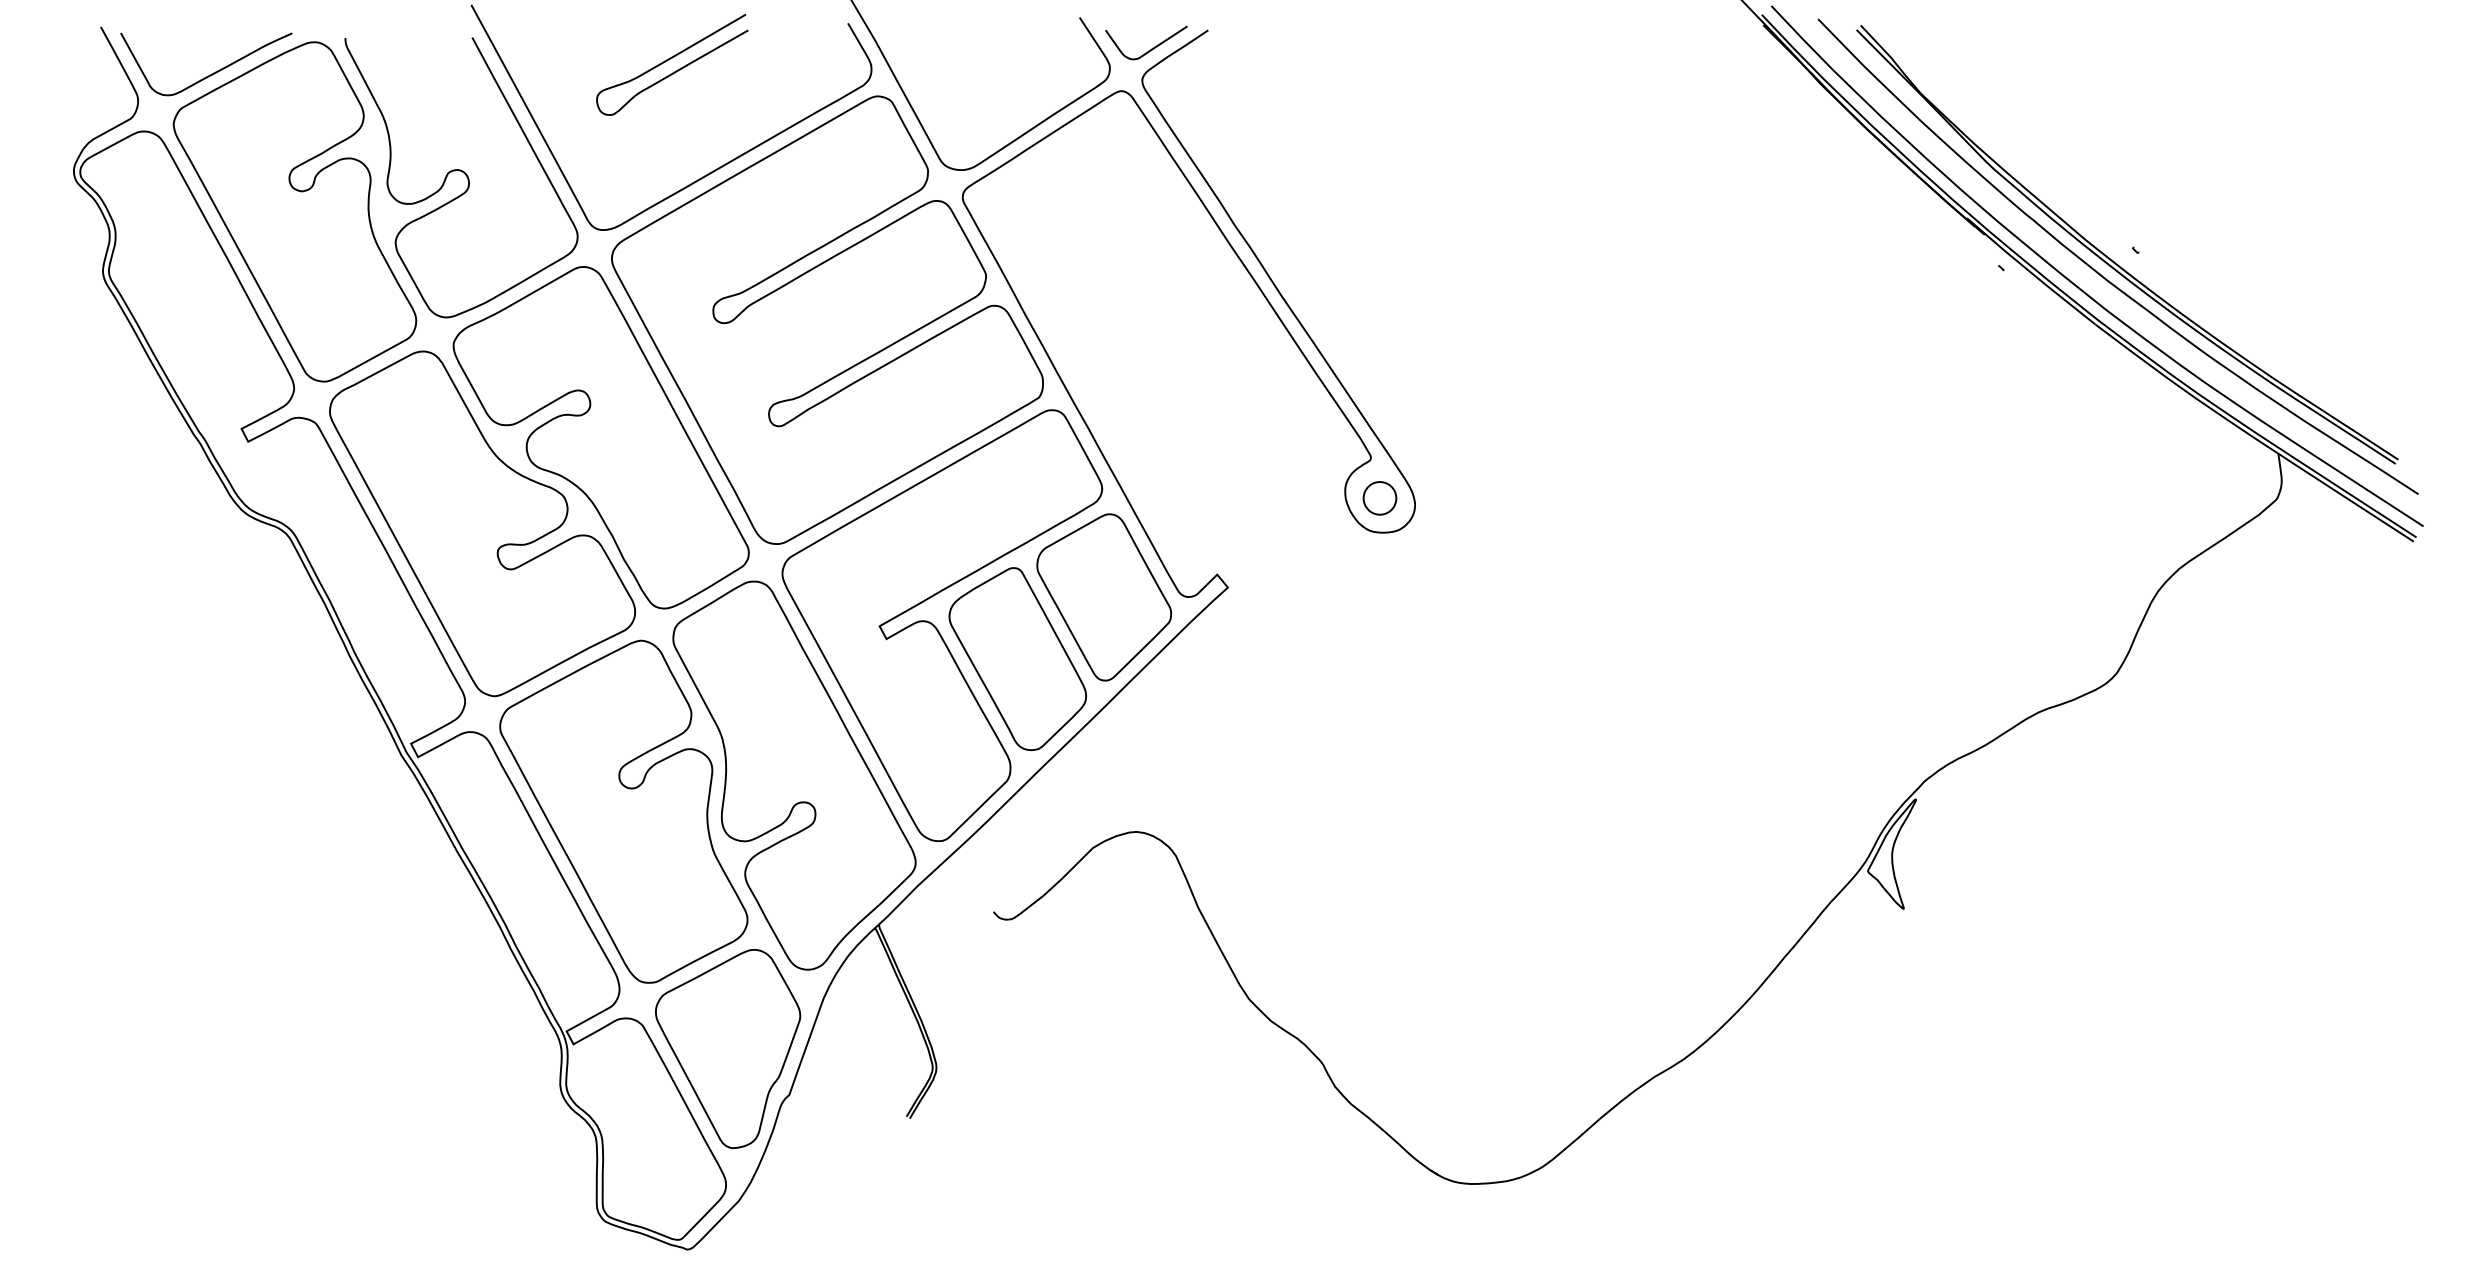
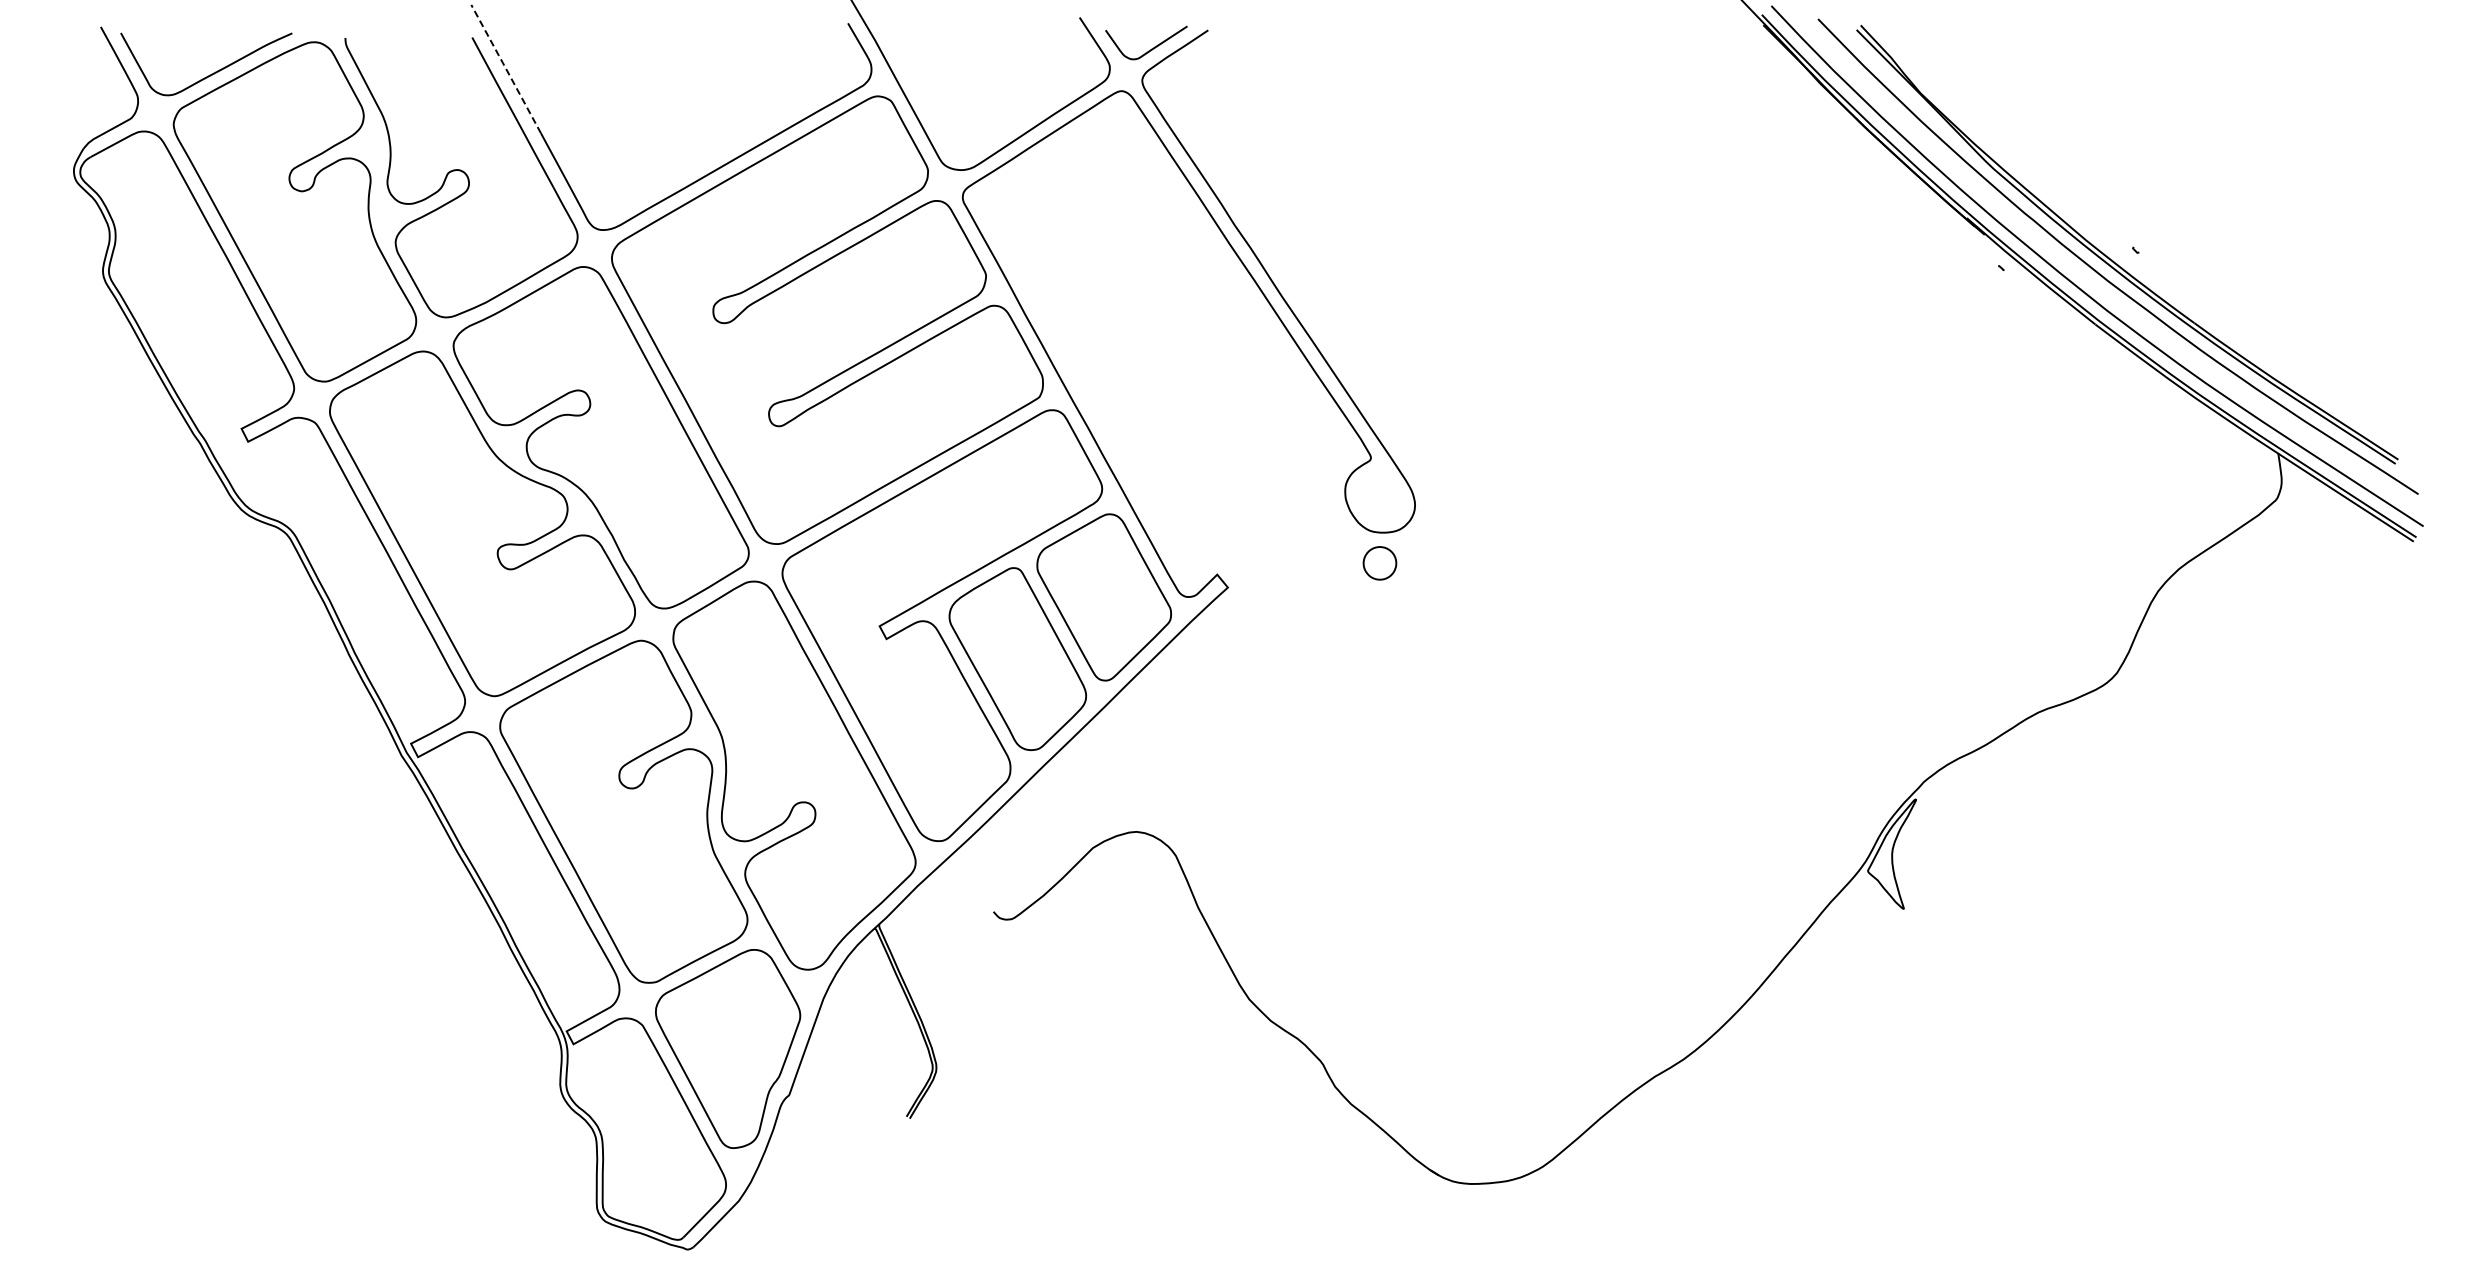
curve at (669, 60): present -> none
line at (505, 68): solid -> dashed
part at (1379, 498) position: (1379, 498) -> (1379, 563)
